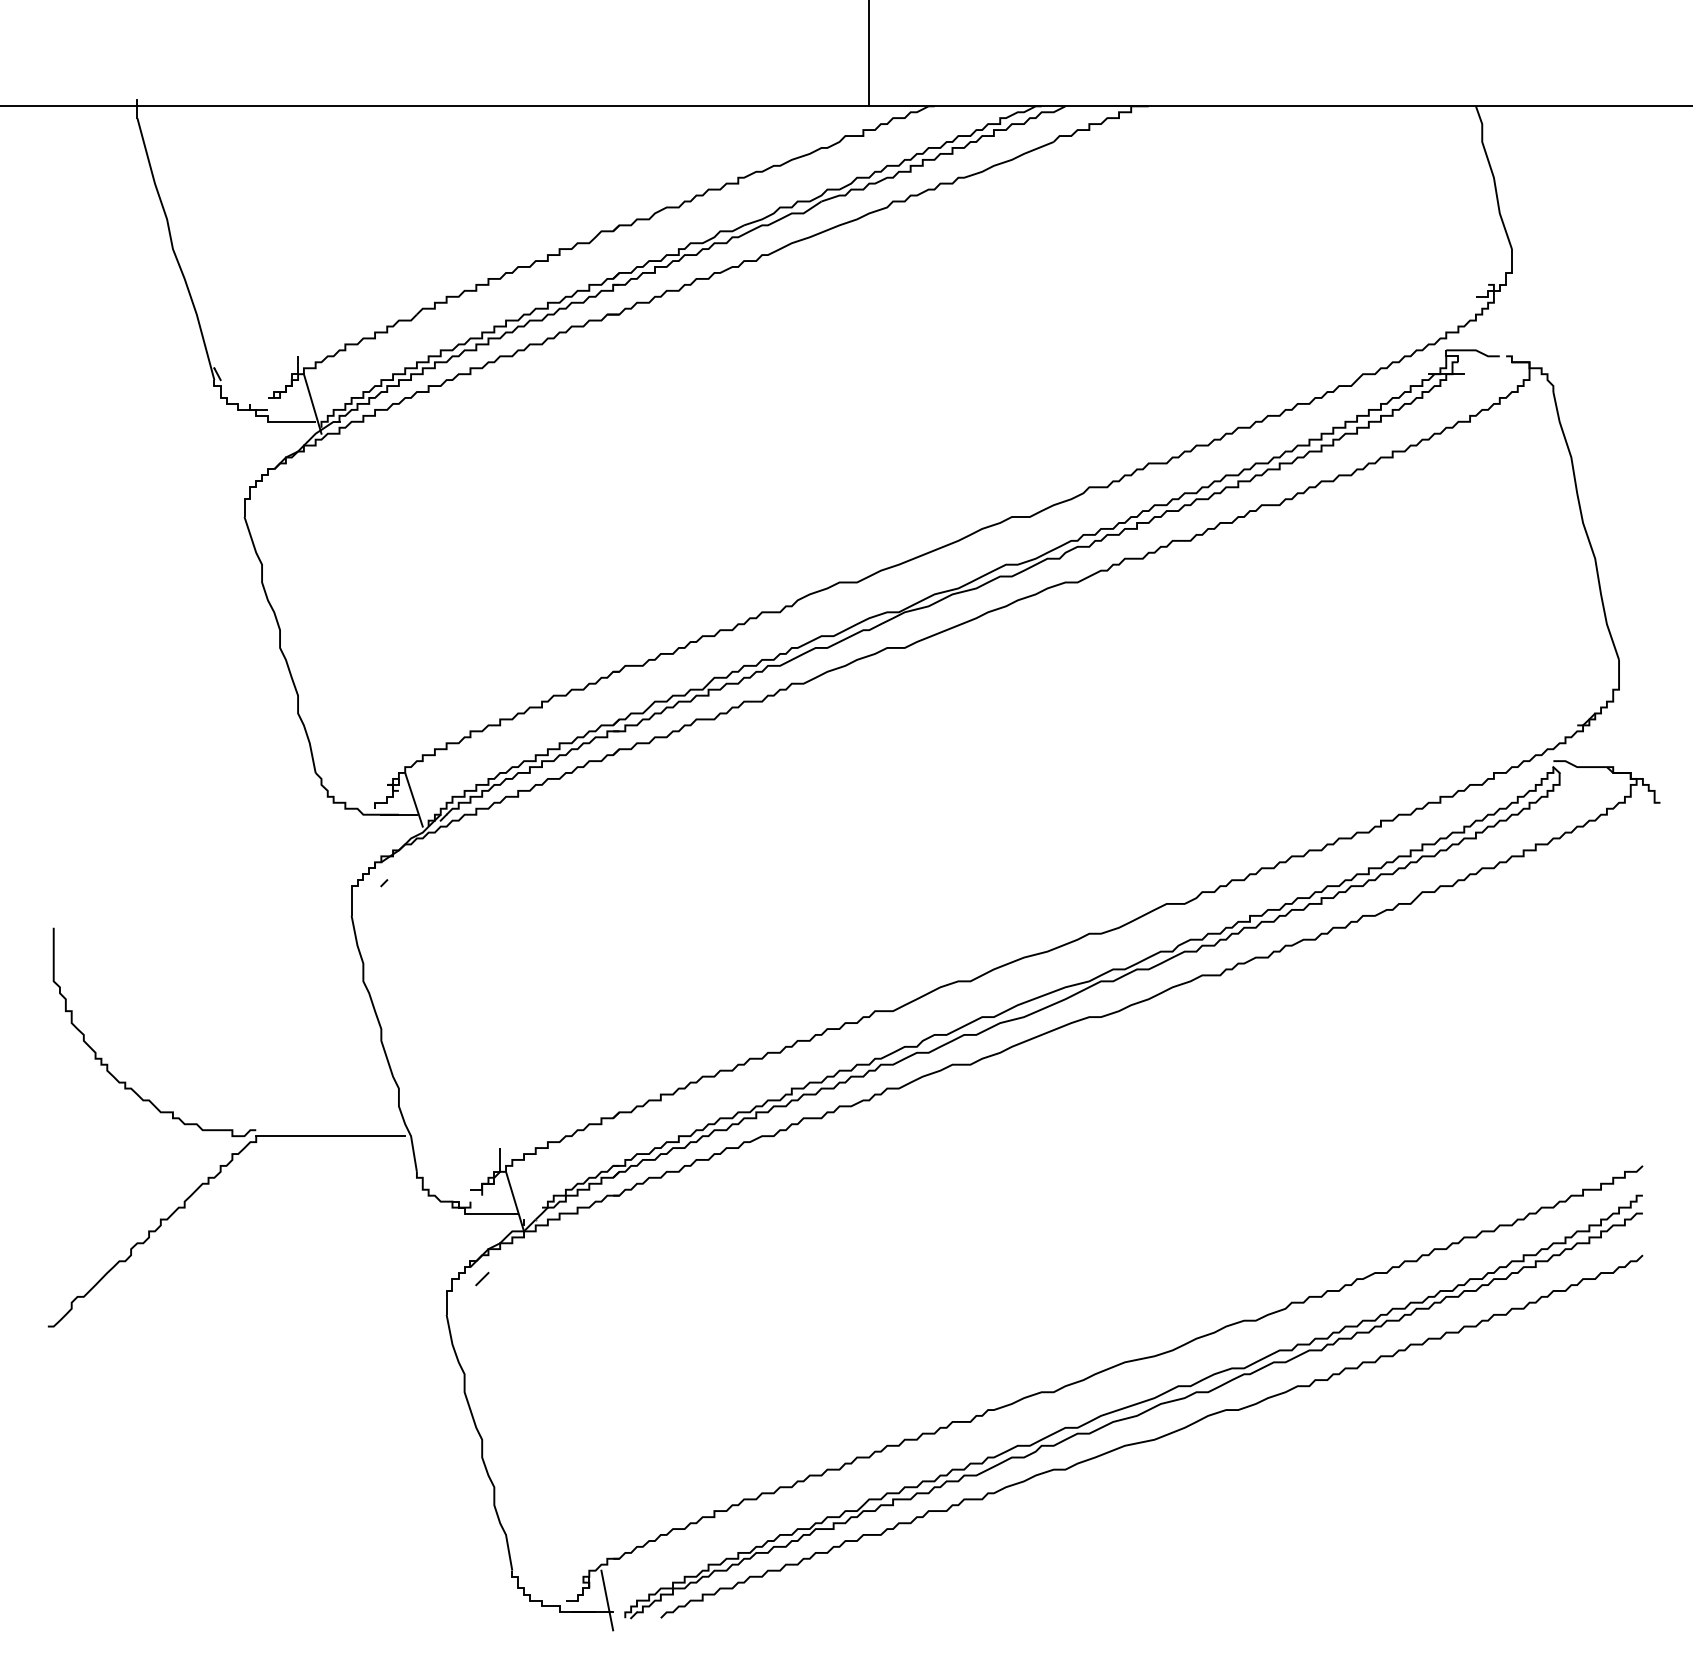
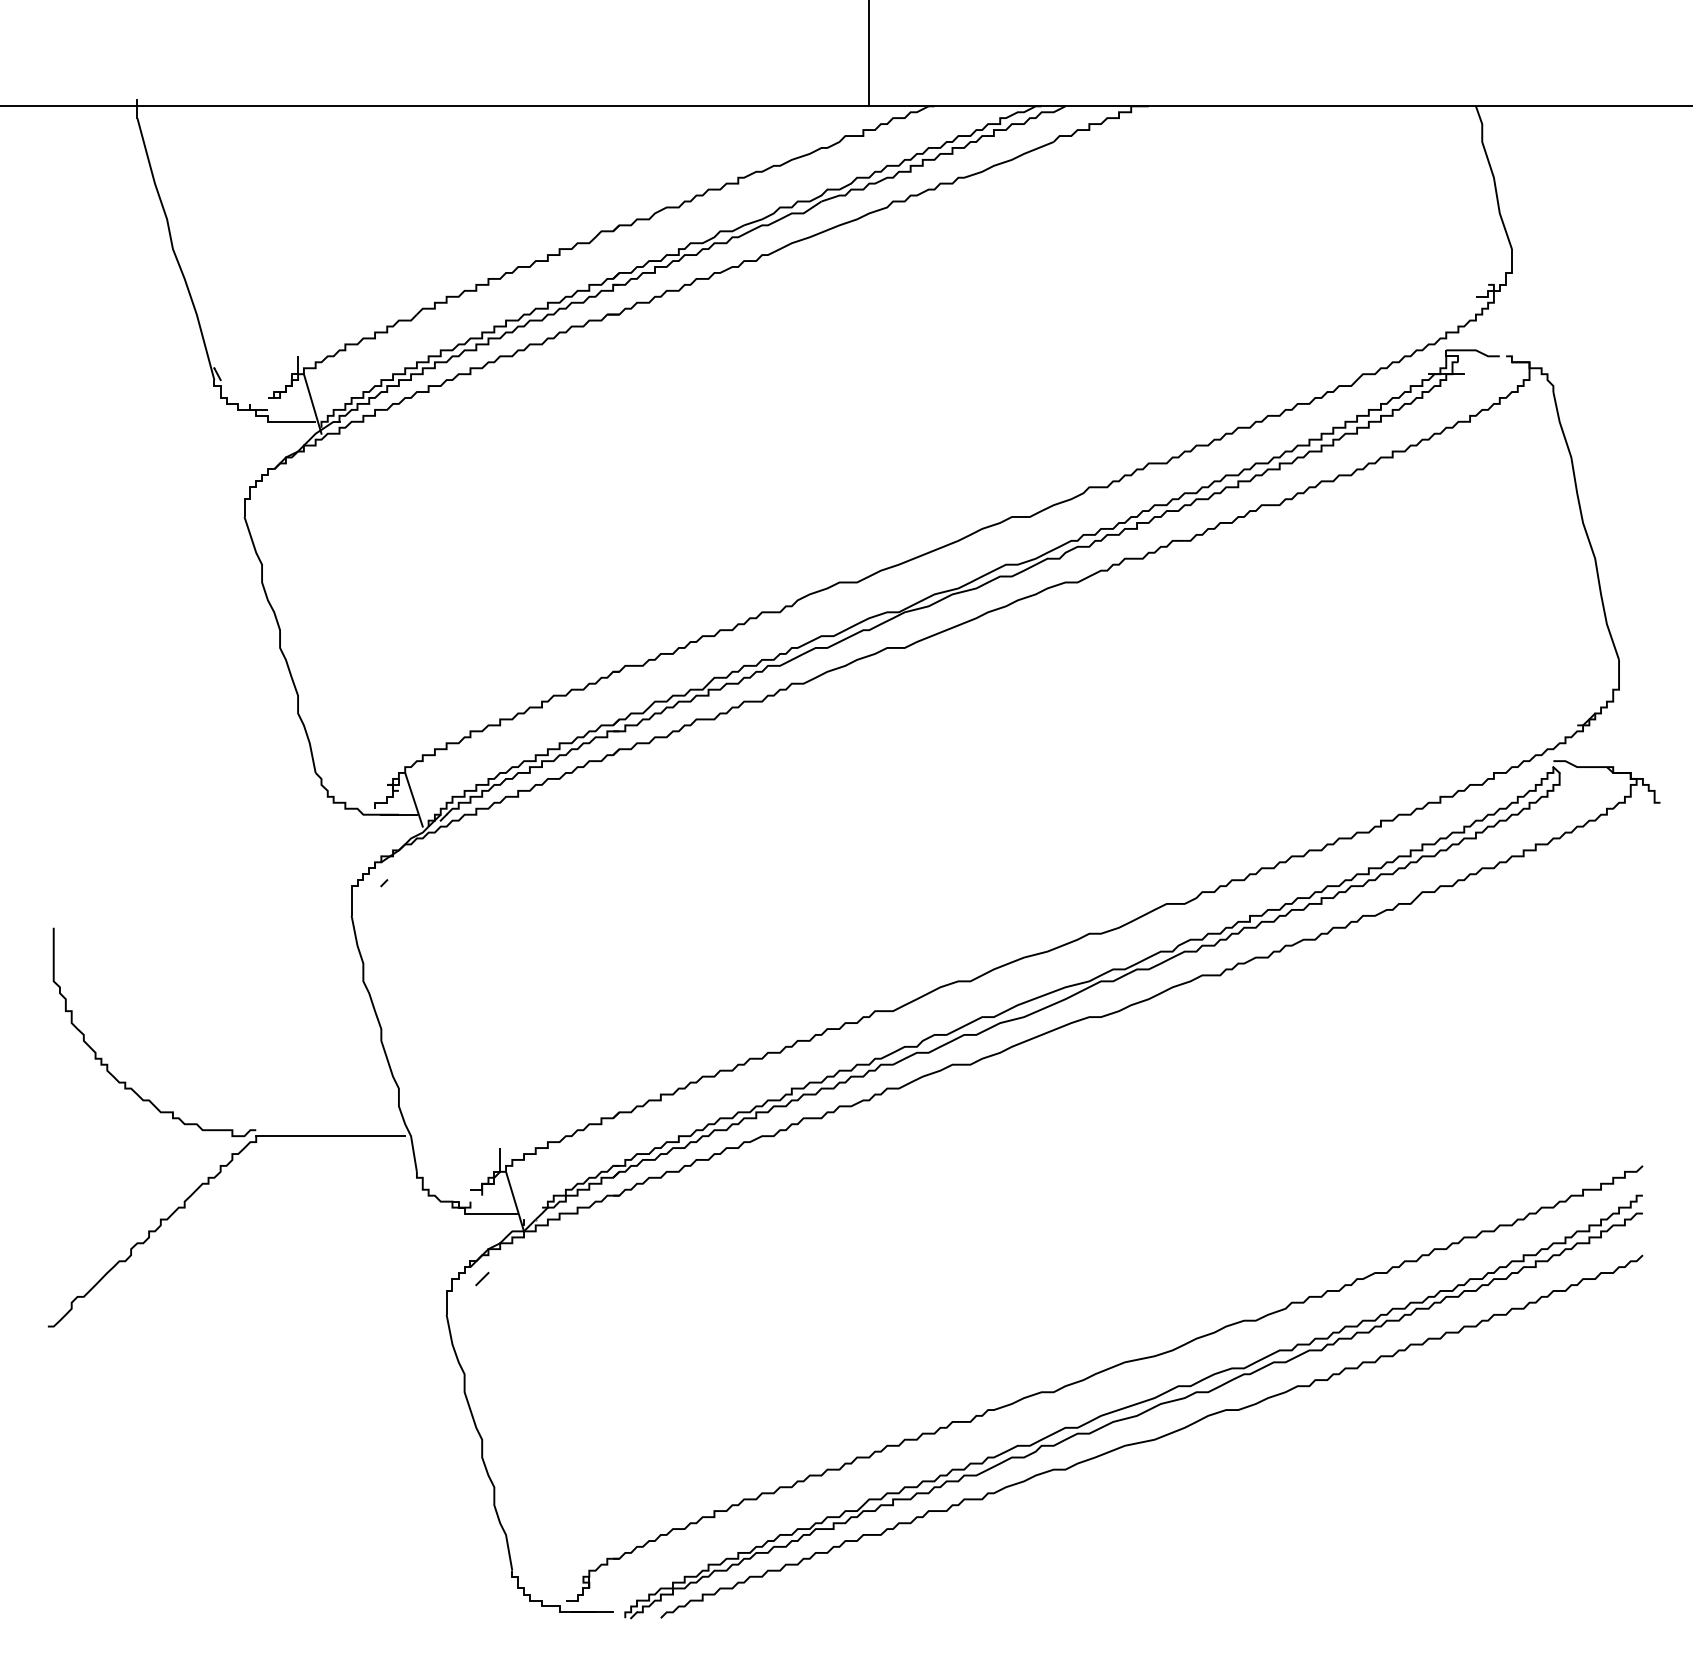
line at (607, 1600): present -> none
